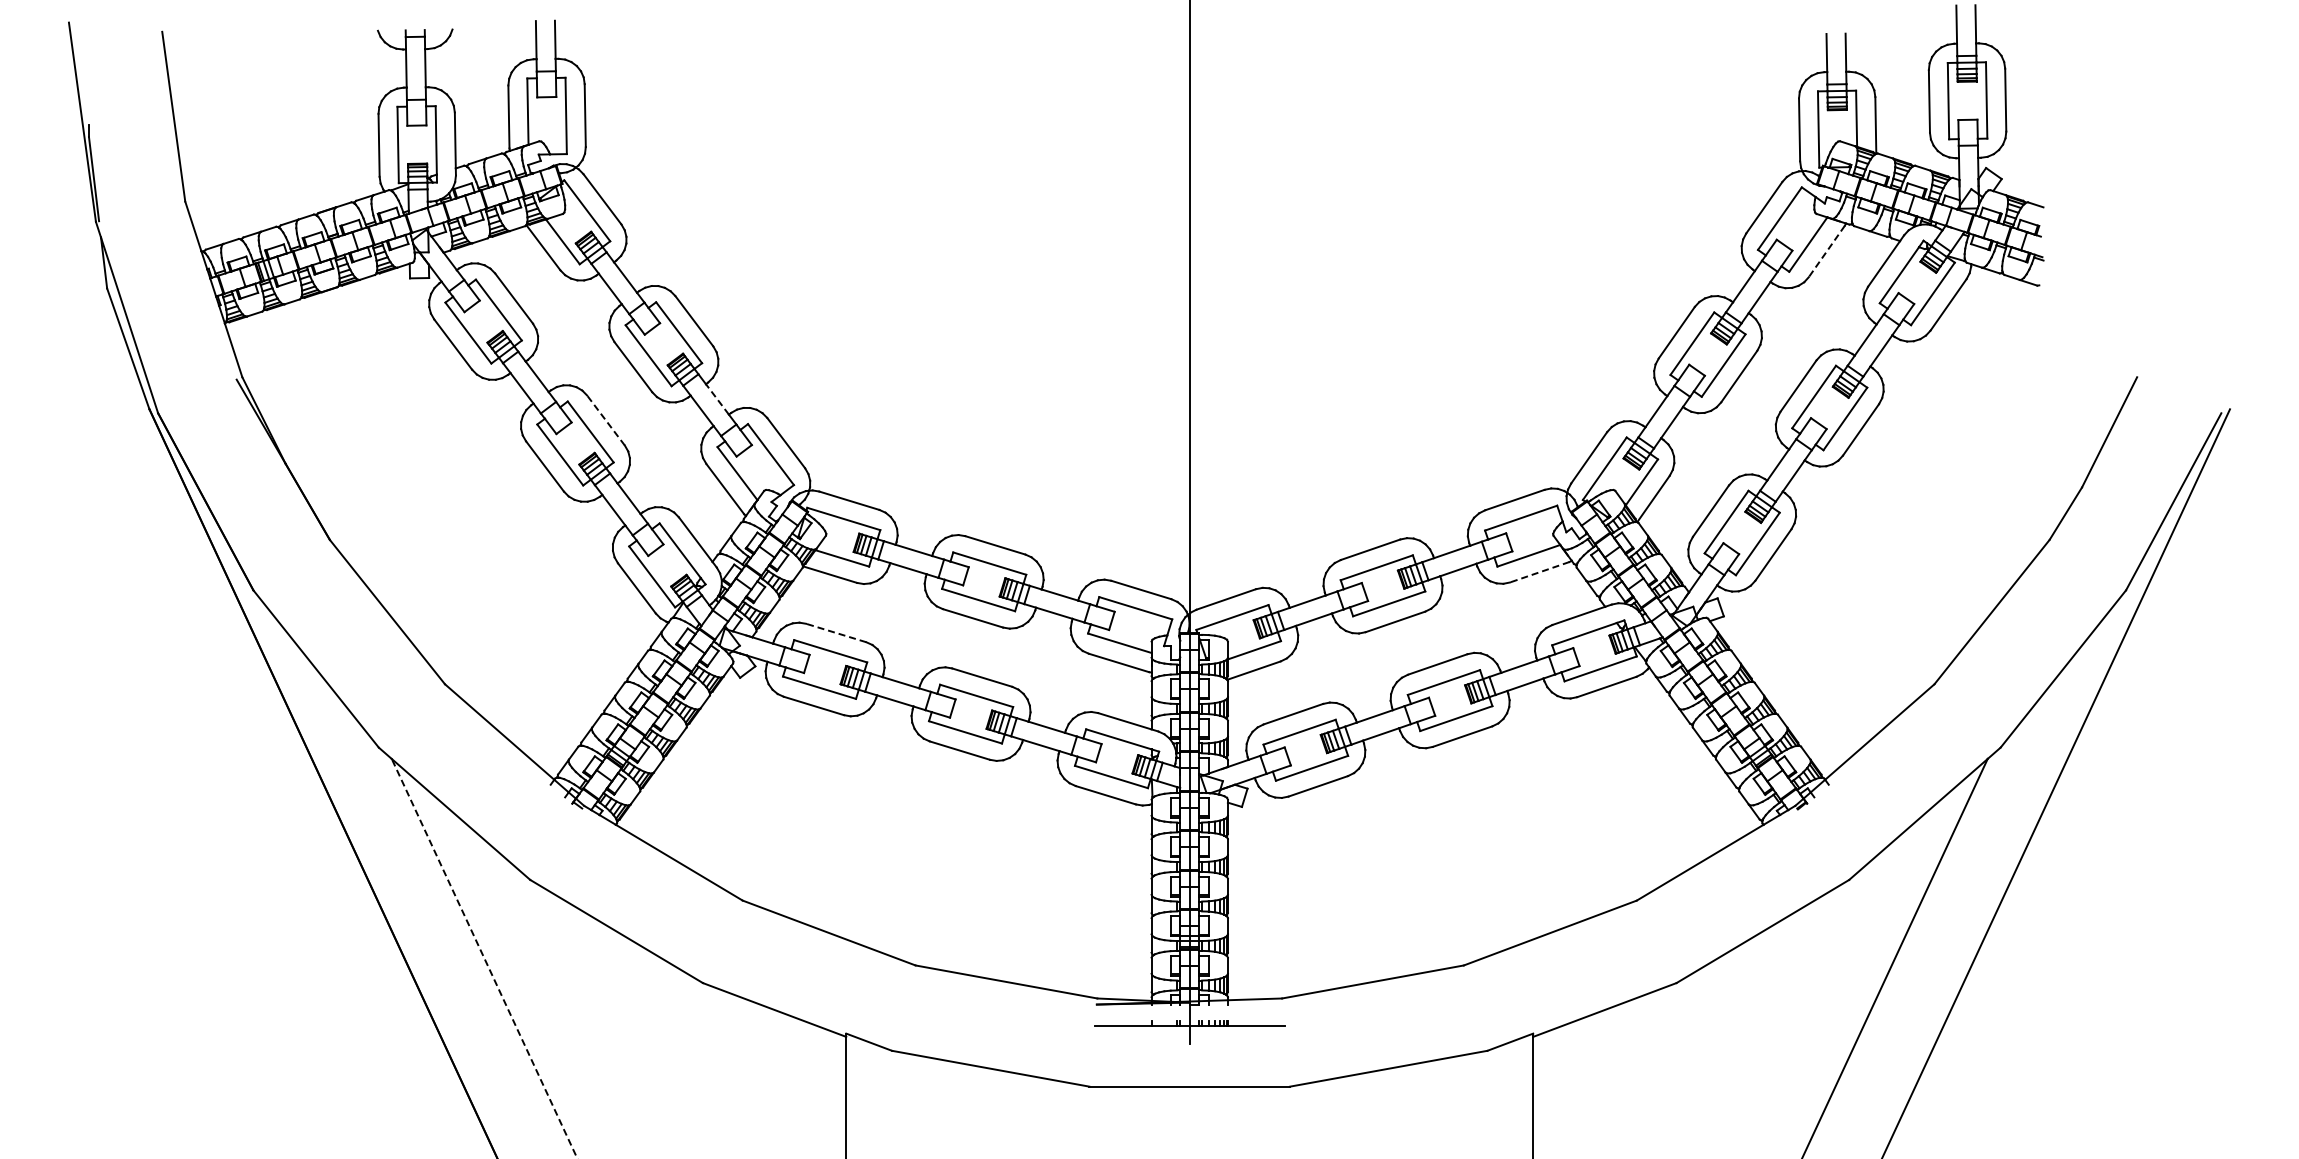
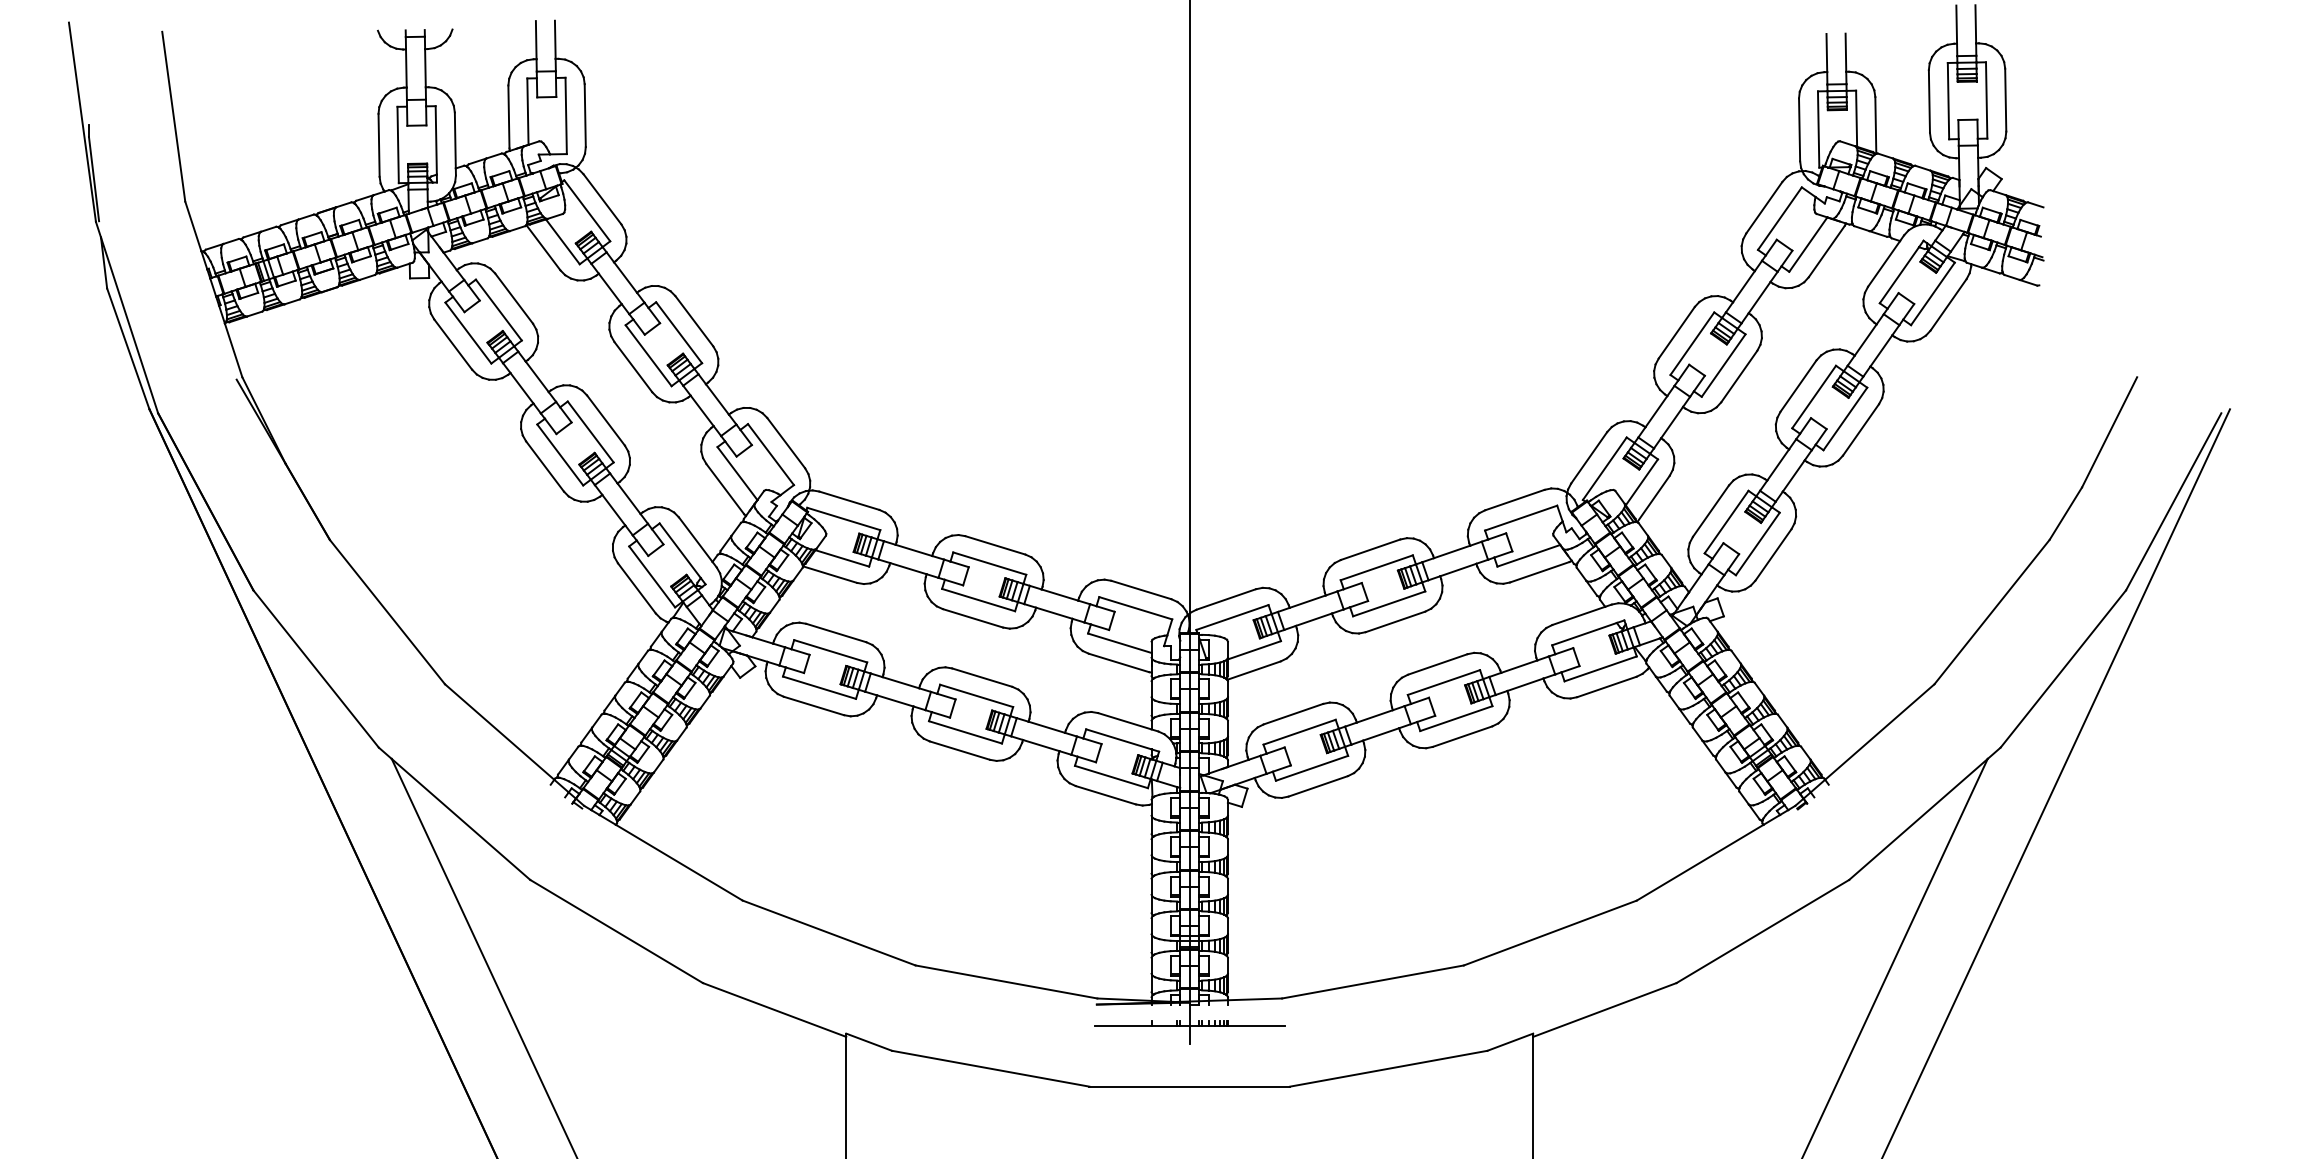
line at (1826, 251): dashed -> solid
line at (717, 399): dashed -> solid
line at (605, 420): dashed -> solid
line at (1539, 572): dashed -> solid
line at (835, 632): dashed -> solid
line at (484, 958): dashed -> solid
